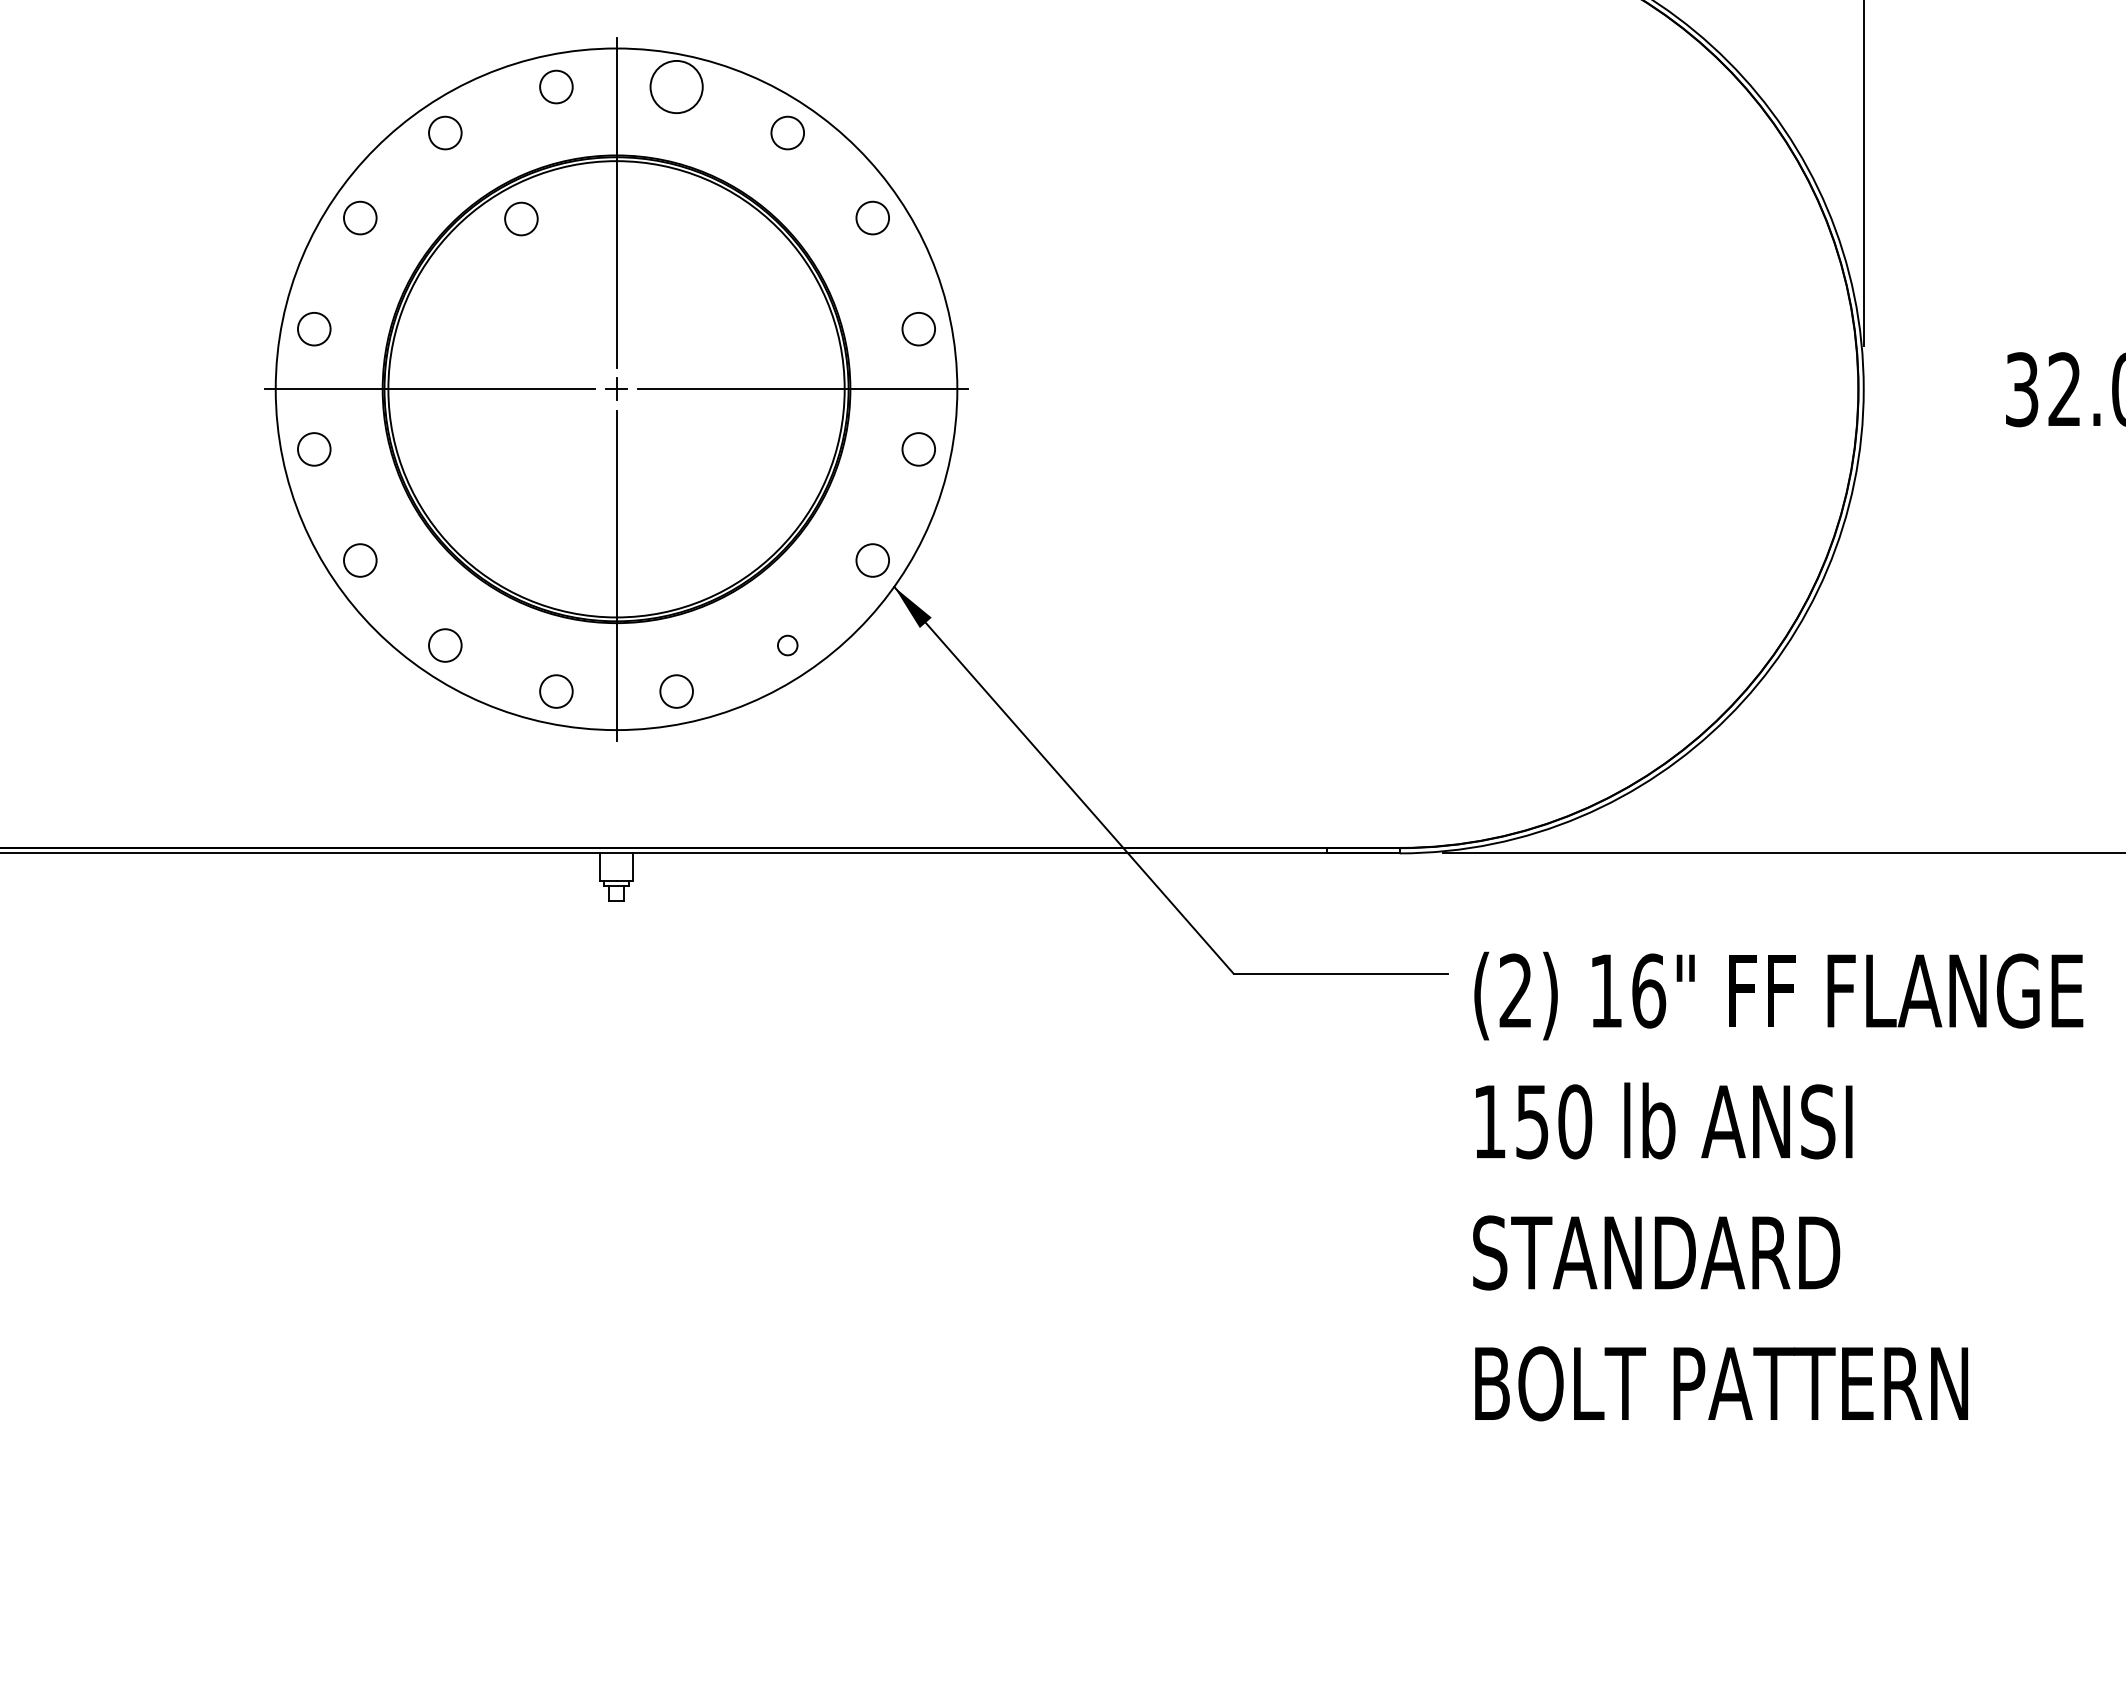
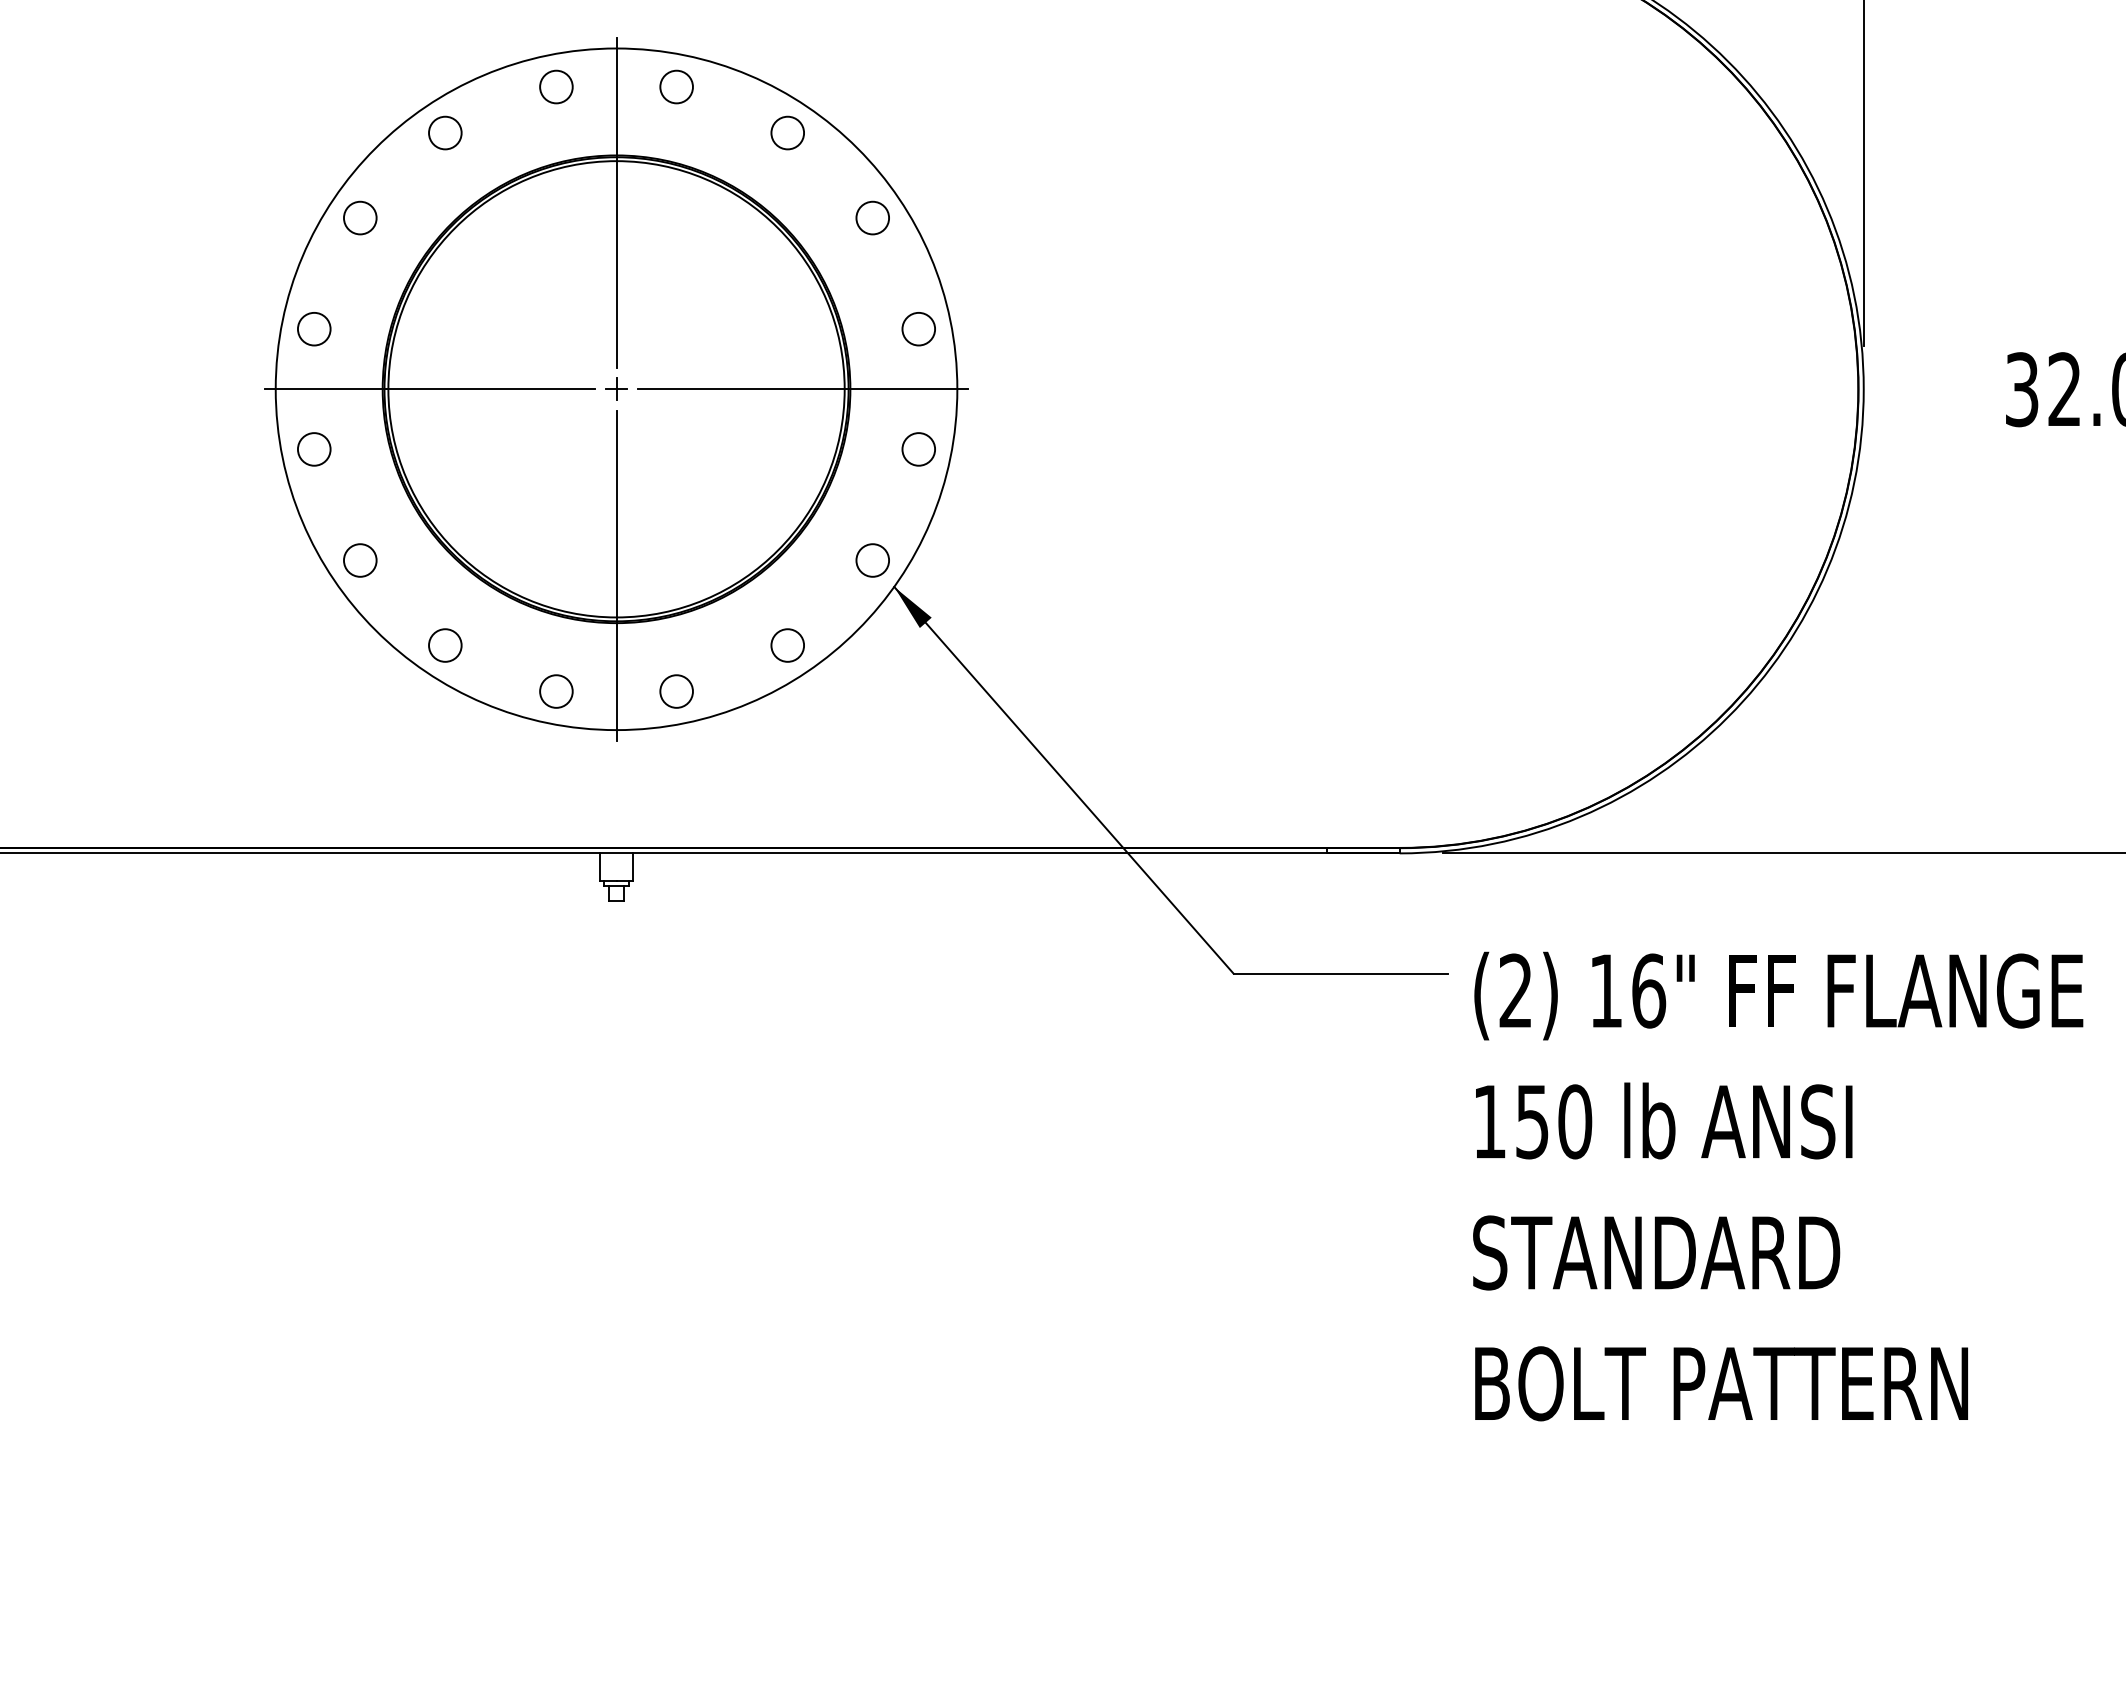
circle at (676, 86) diameter: 52 px -> 33 px
circle at (521, 218): present -> none
circle at (787, 645) diameter: 20 px -> 33 px
